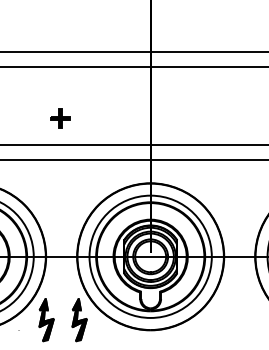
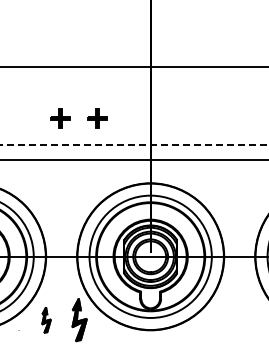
line at (133, 51): present -> none
part at (97, 118): none -> present
line at (134, 144): solid -> dashed
part at (46, 320) size: 17x45 px -> 11x27 px
